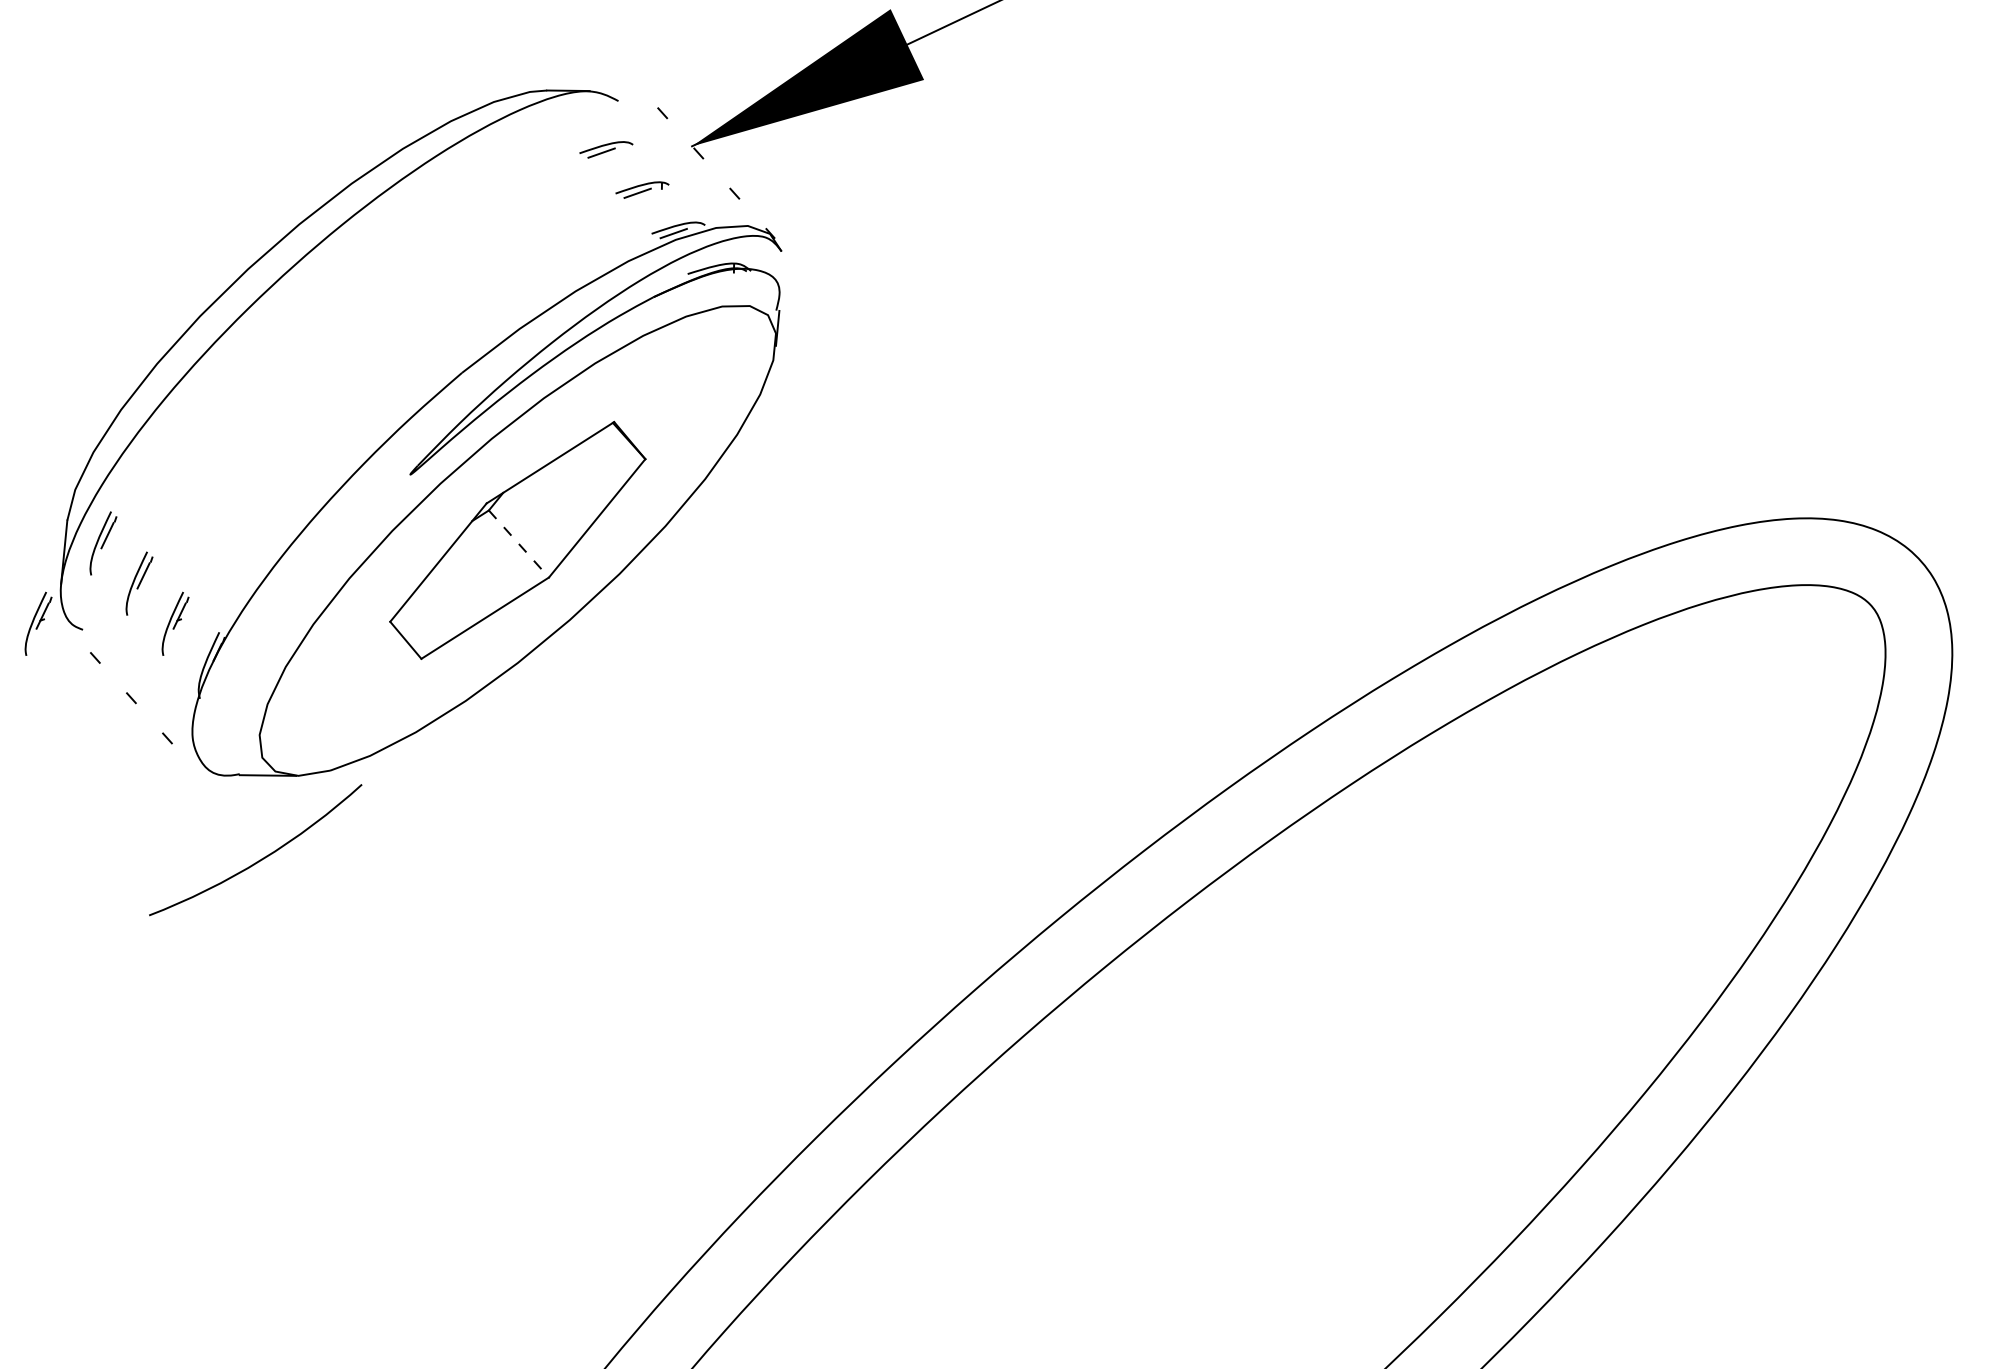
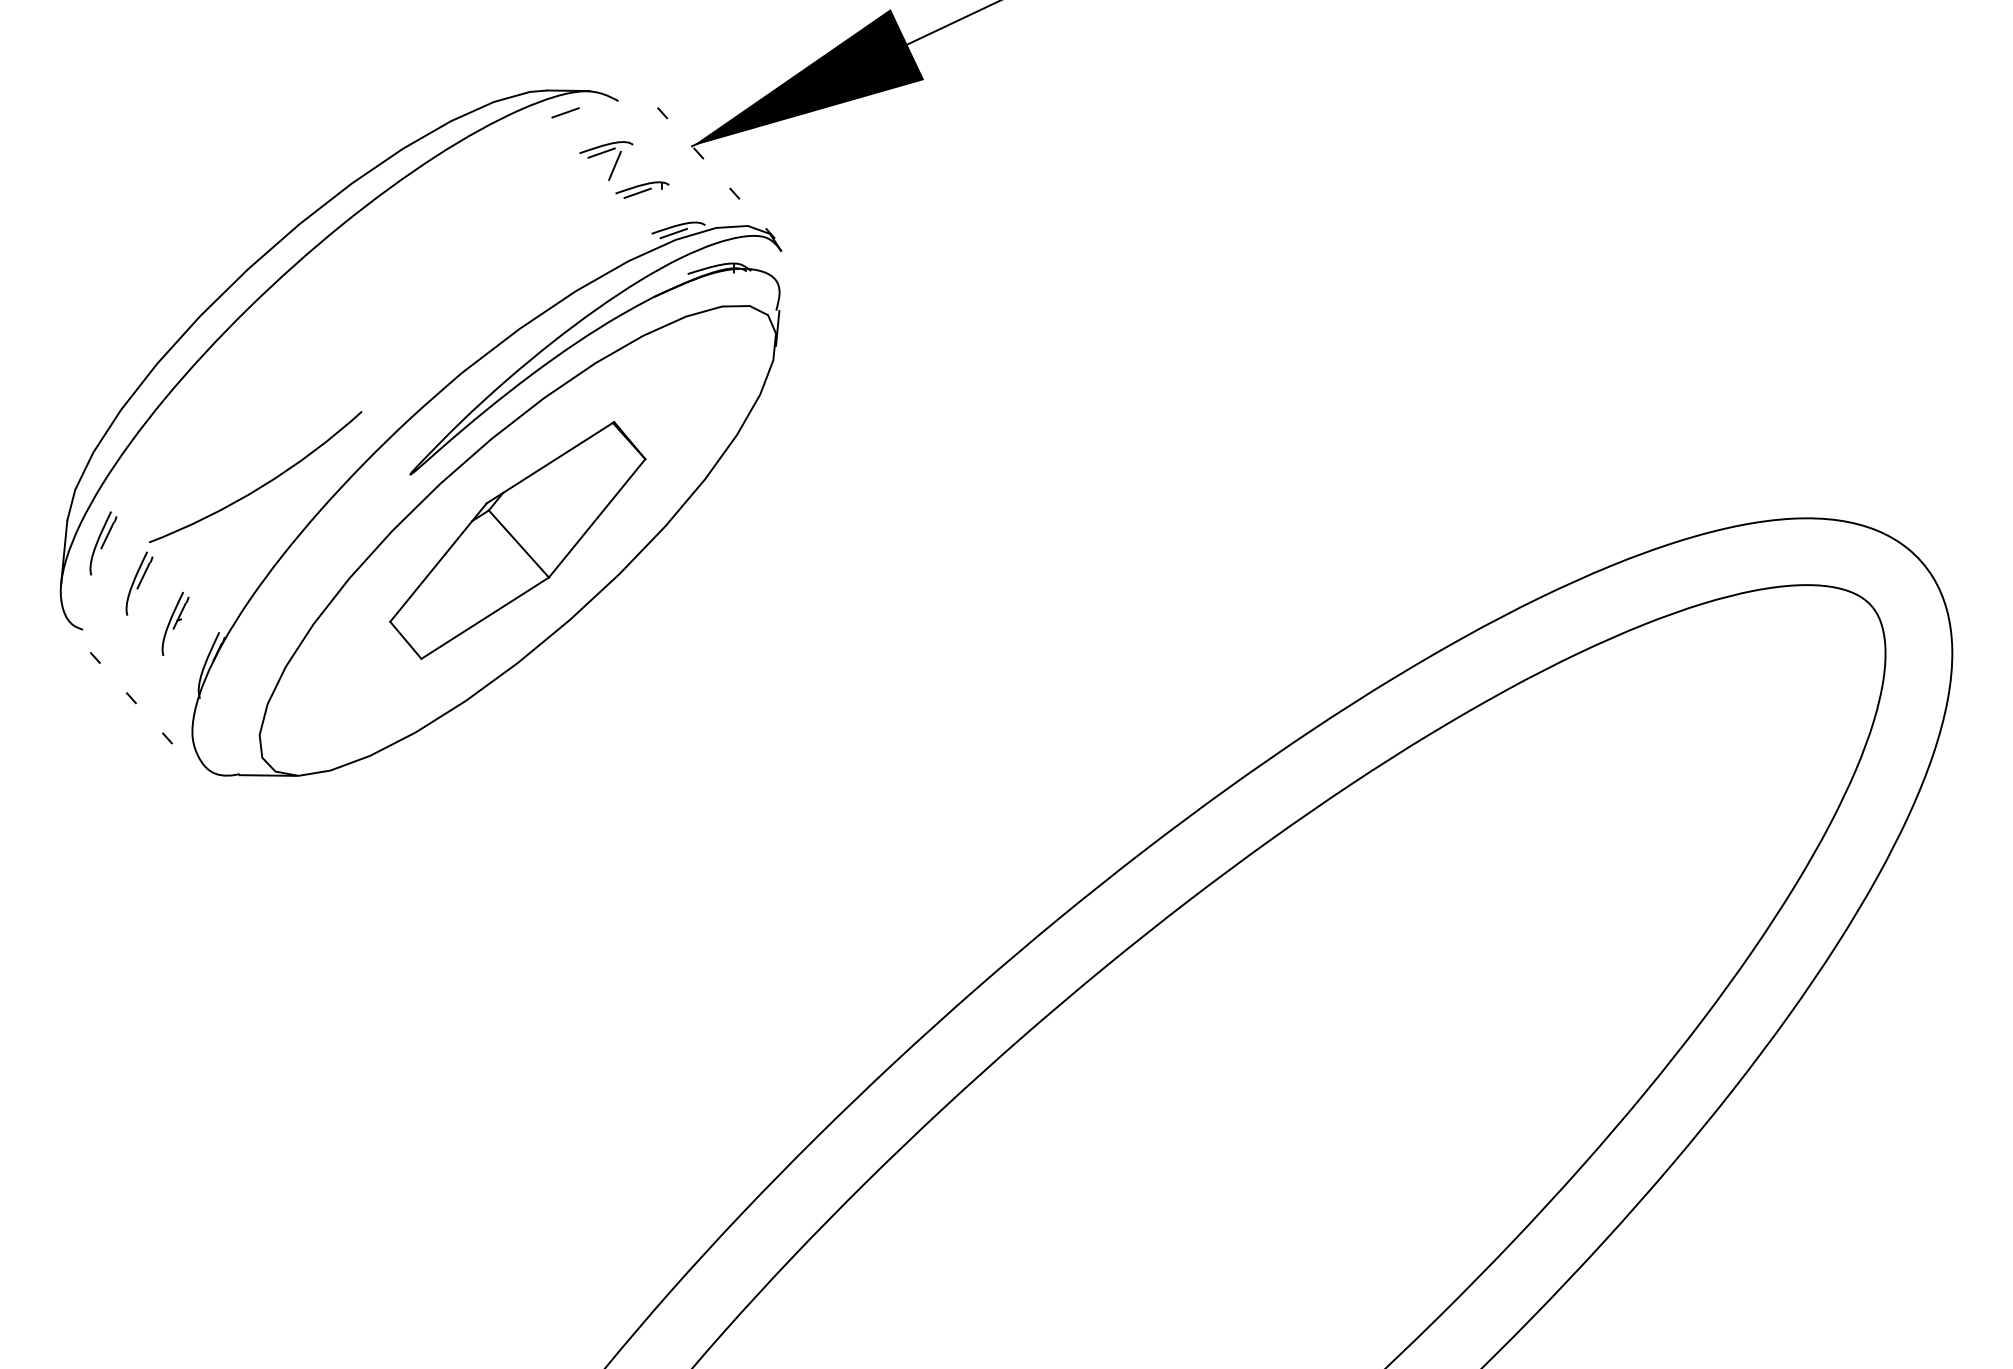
line at (565, 112): none -> present
line at (614, 165): none -> present
line at (519, 544): dashed -> solid
part at (38, 623): present -> none
arc at (261, 858) position: (261, 858) -> (261, 485)
